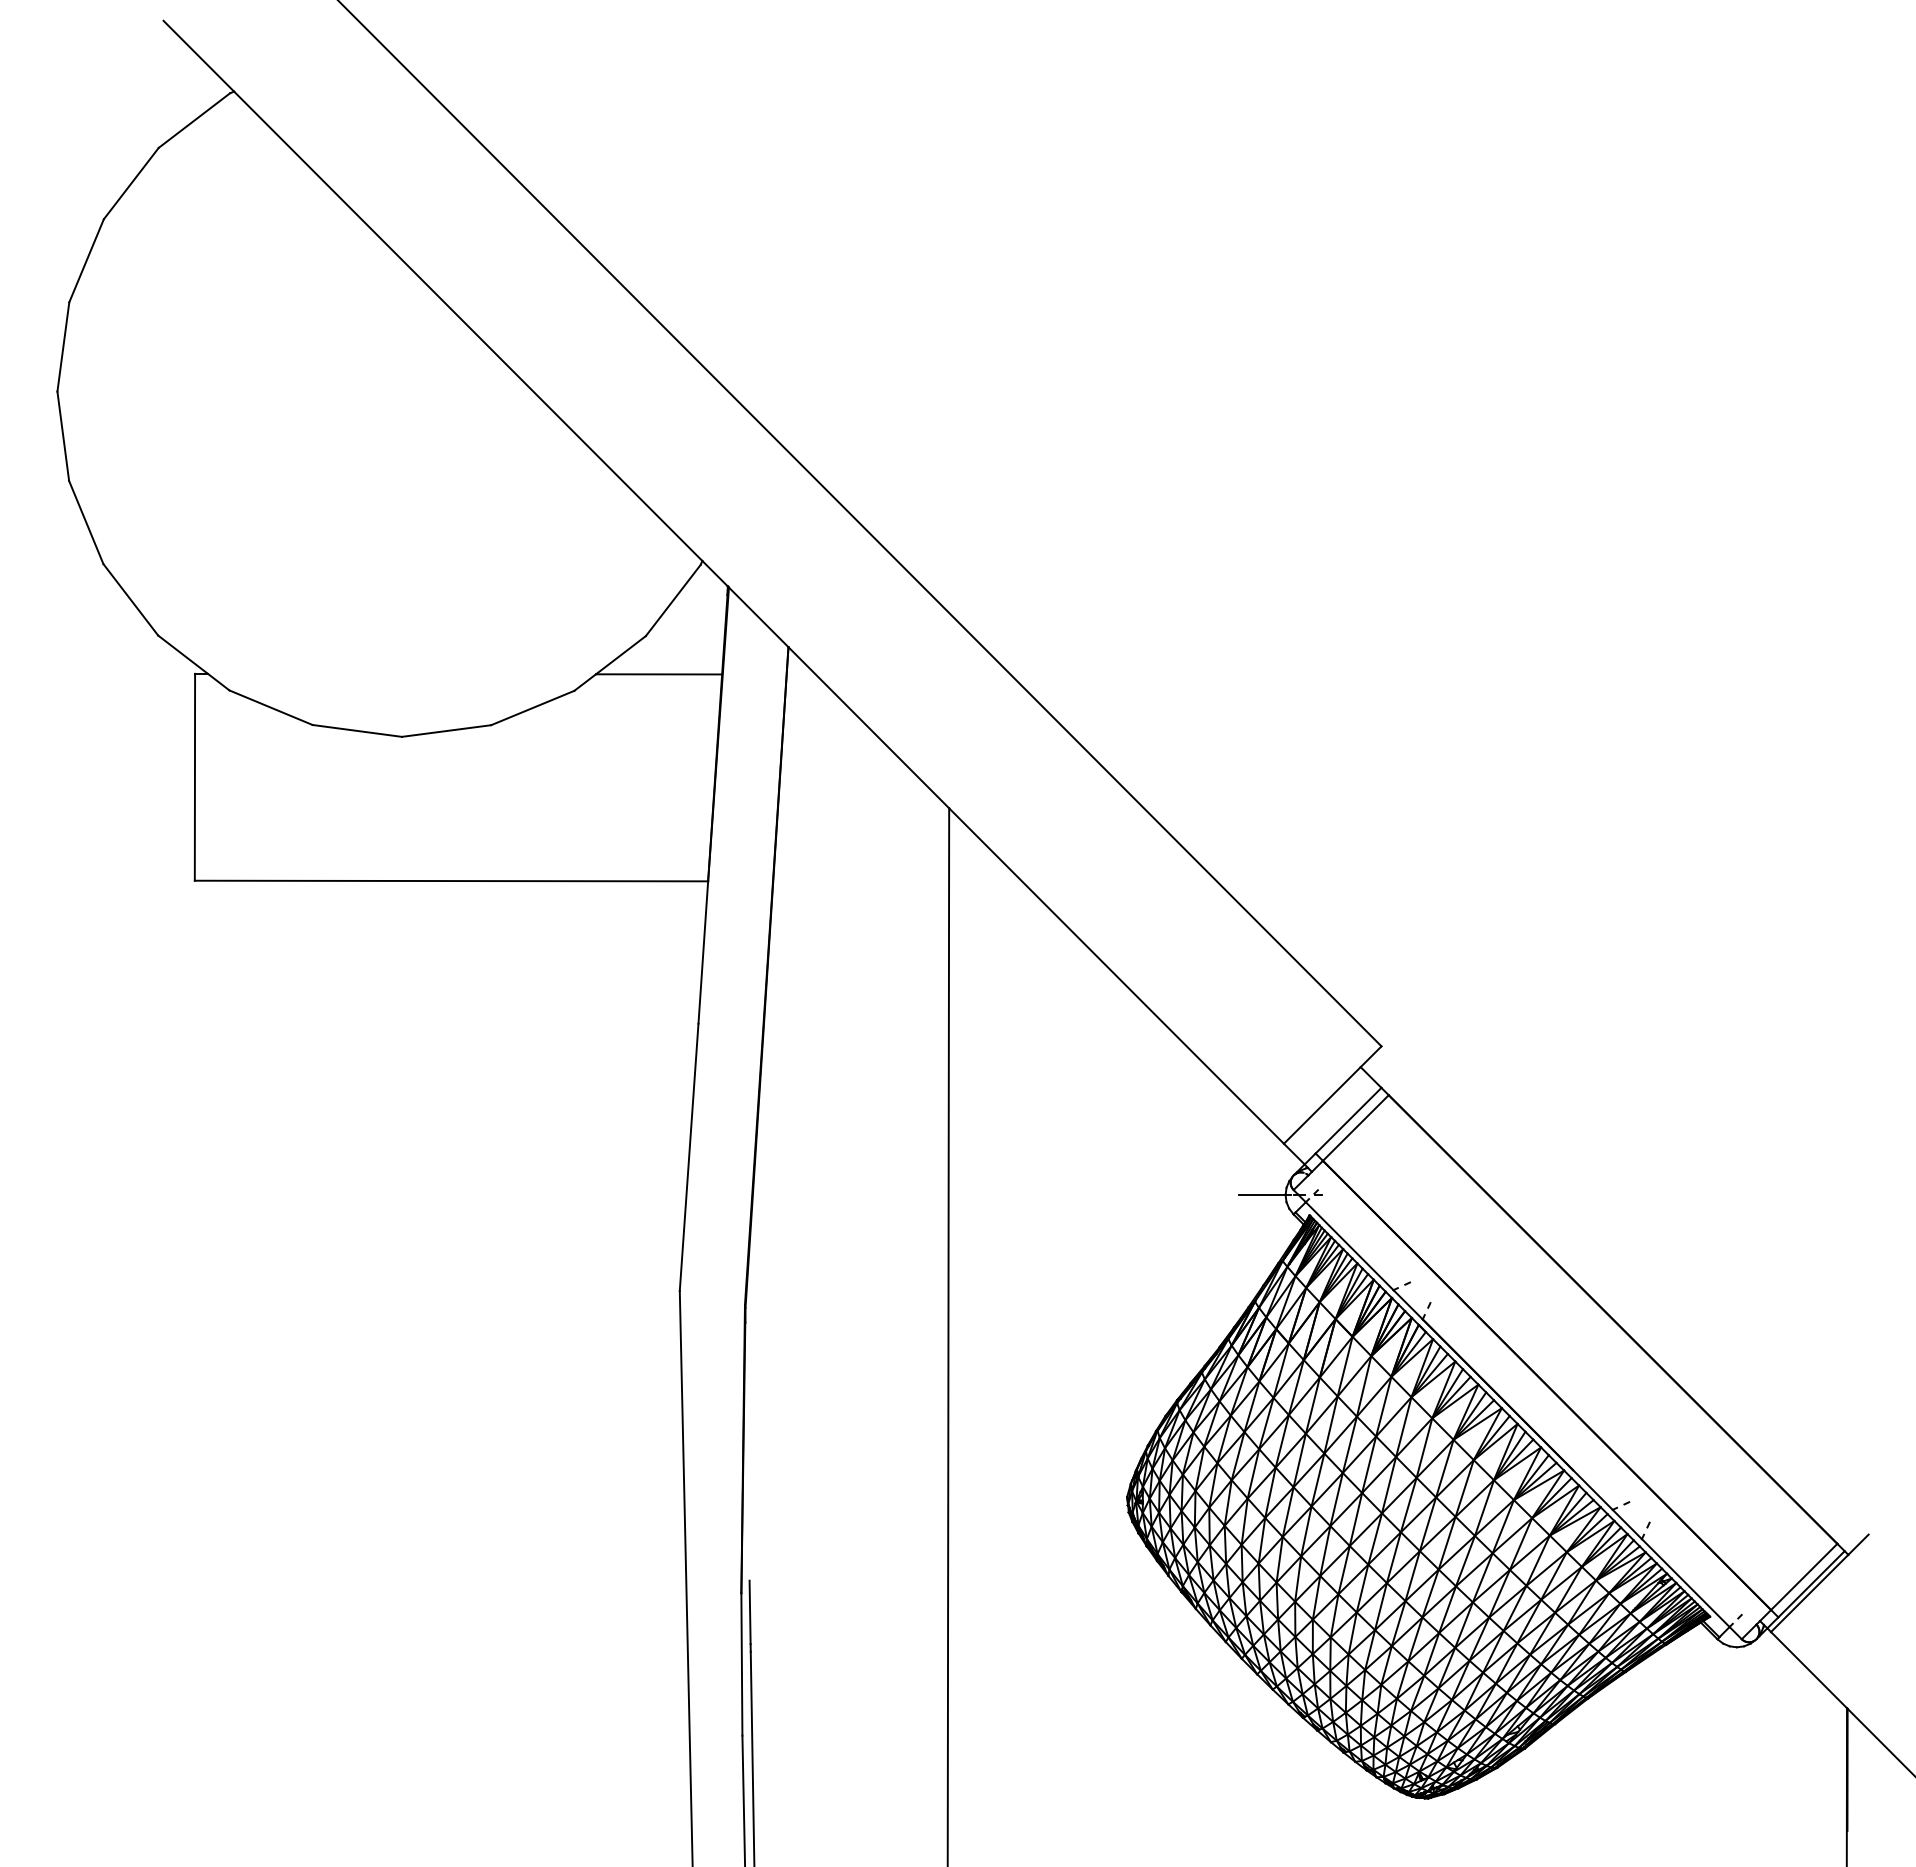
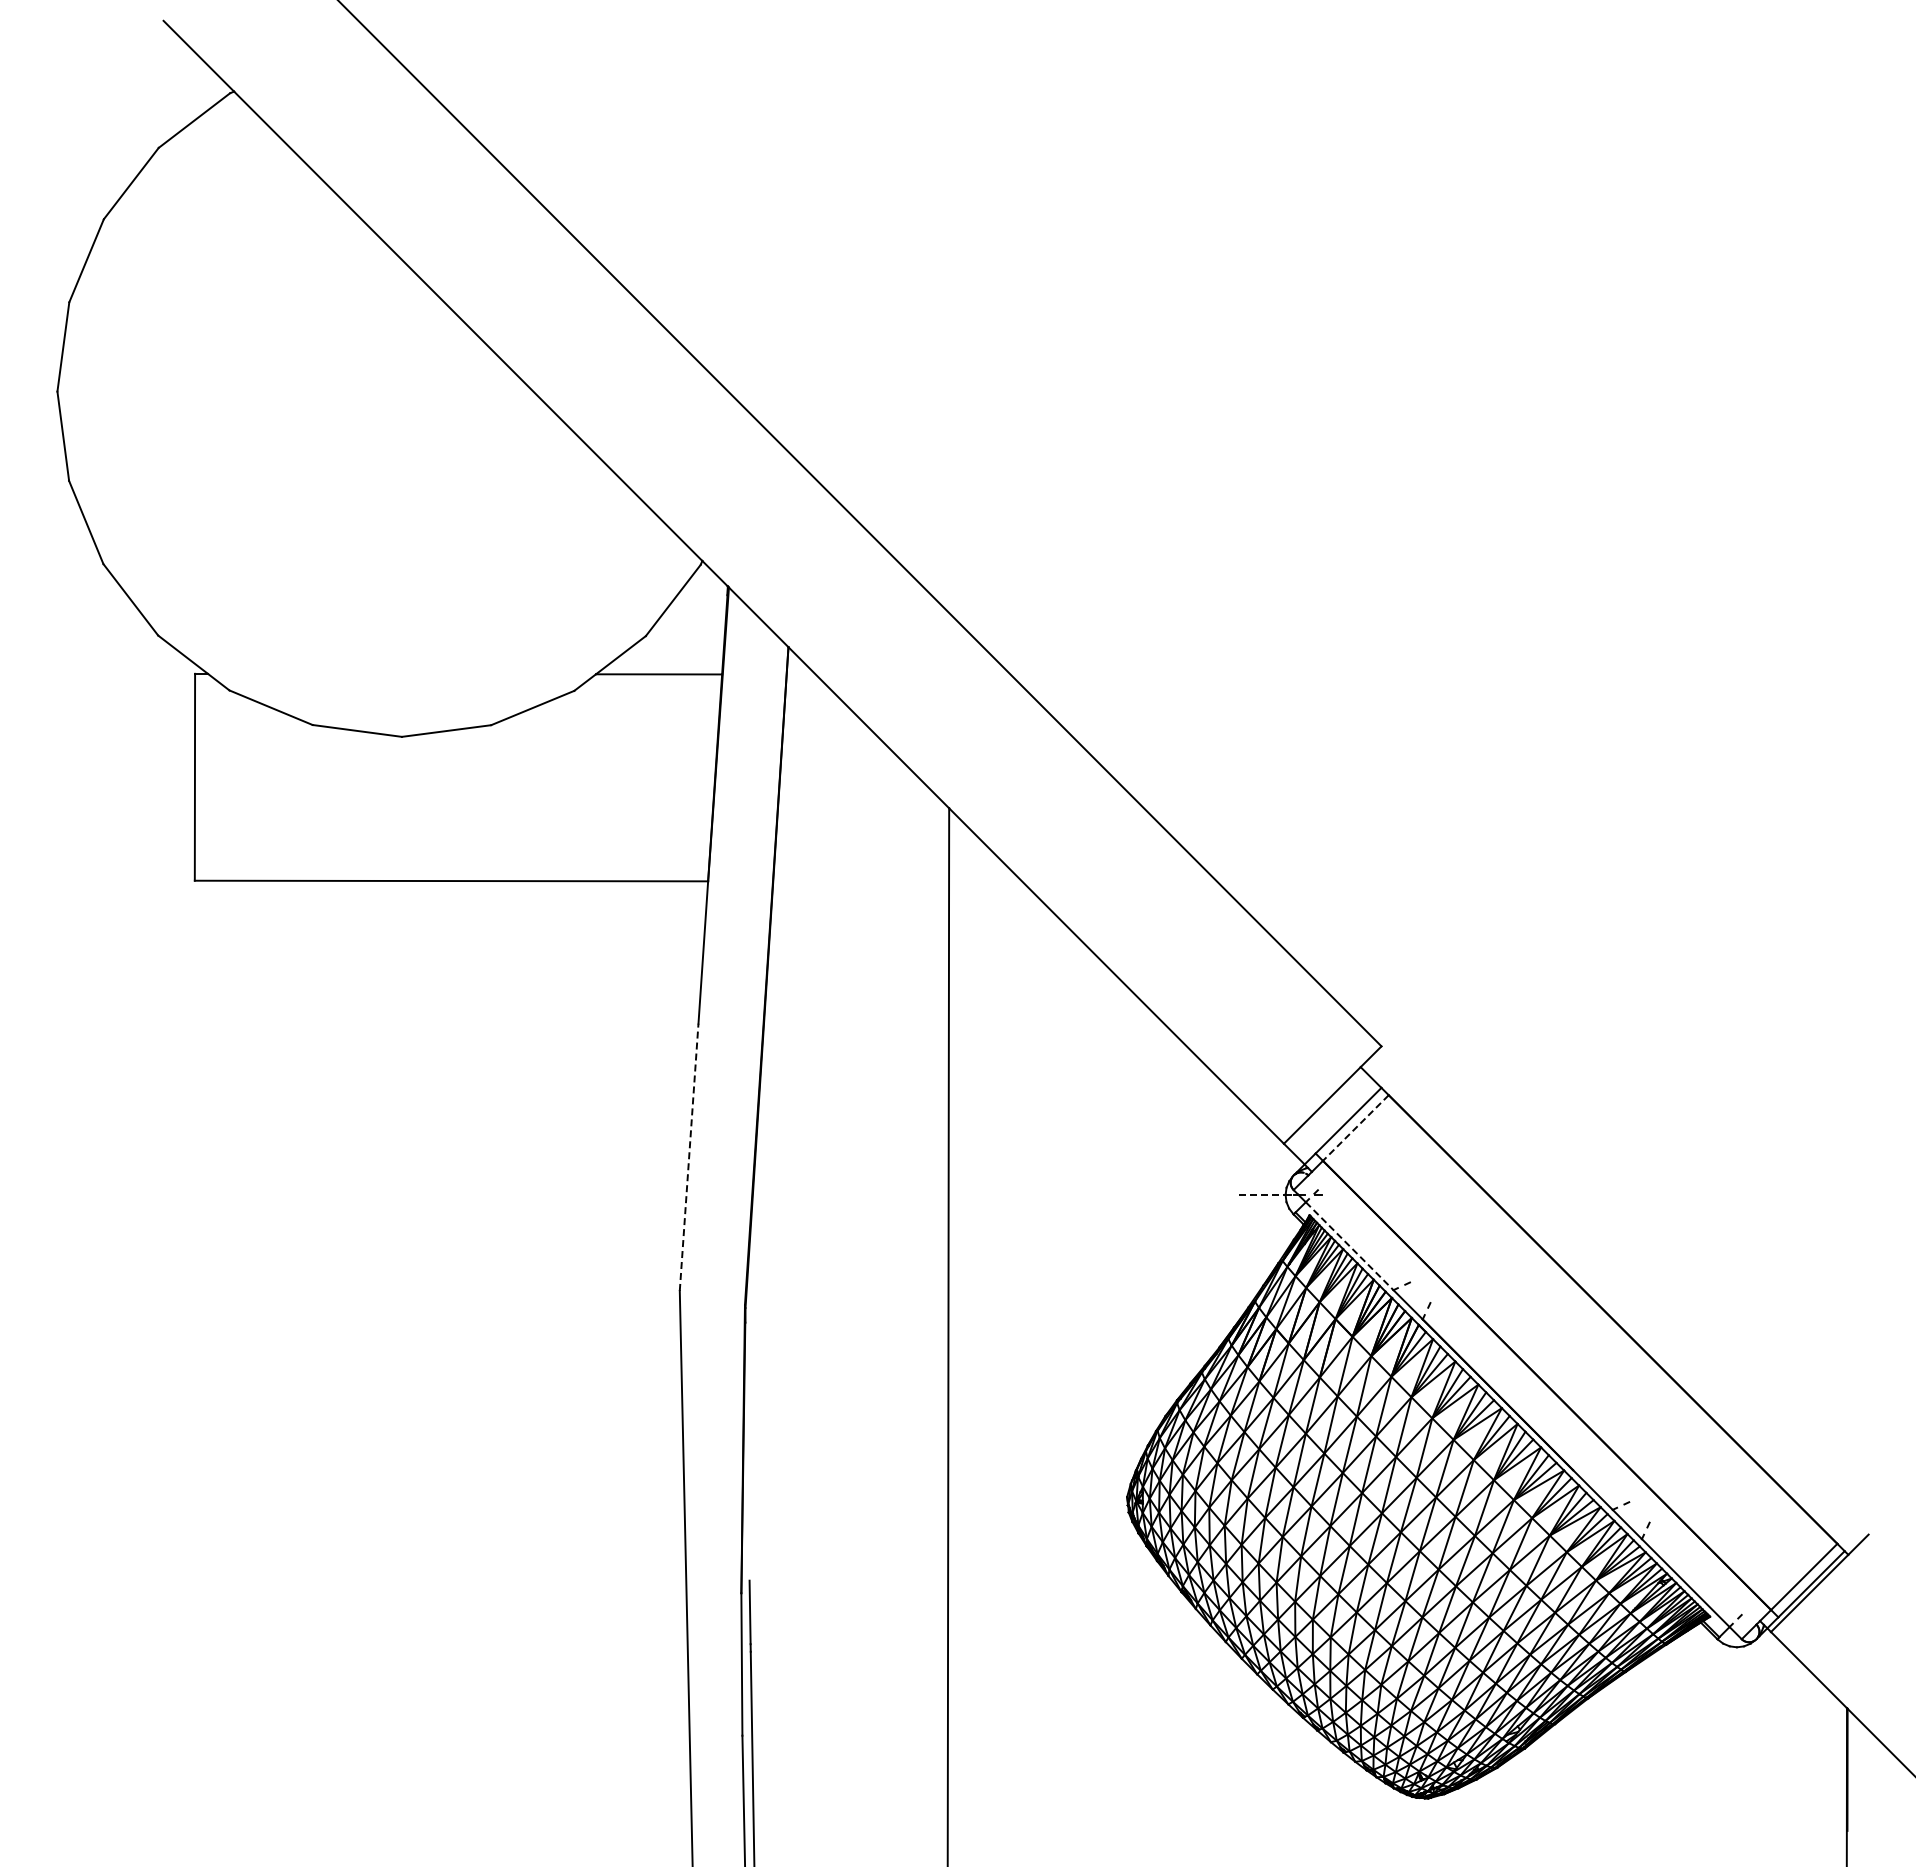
line at (1355, 1128): solid -> dashed
line at (689, 1157): solid -> dashed
line at (1263, 1194): solid -> dashed
line at (1350, 1246): solid -> dashed
